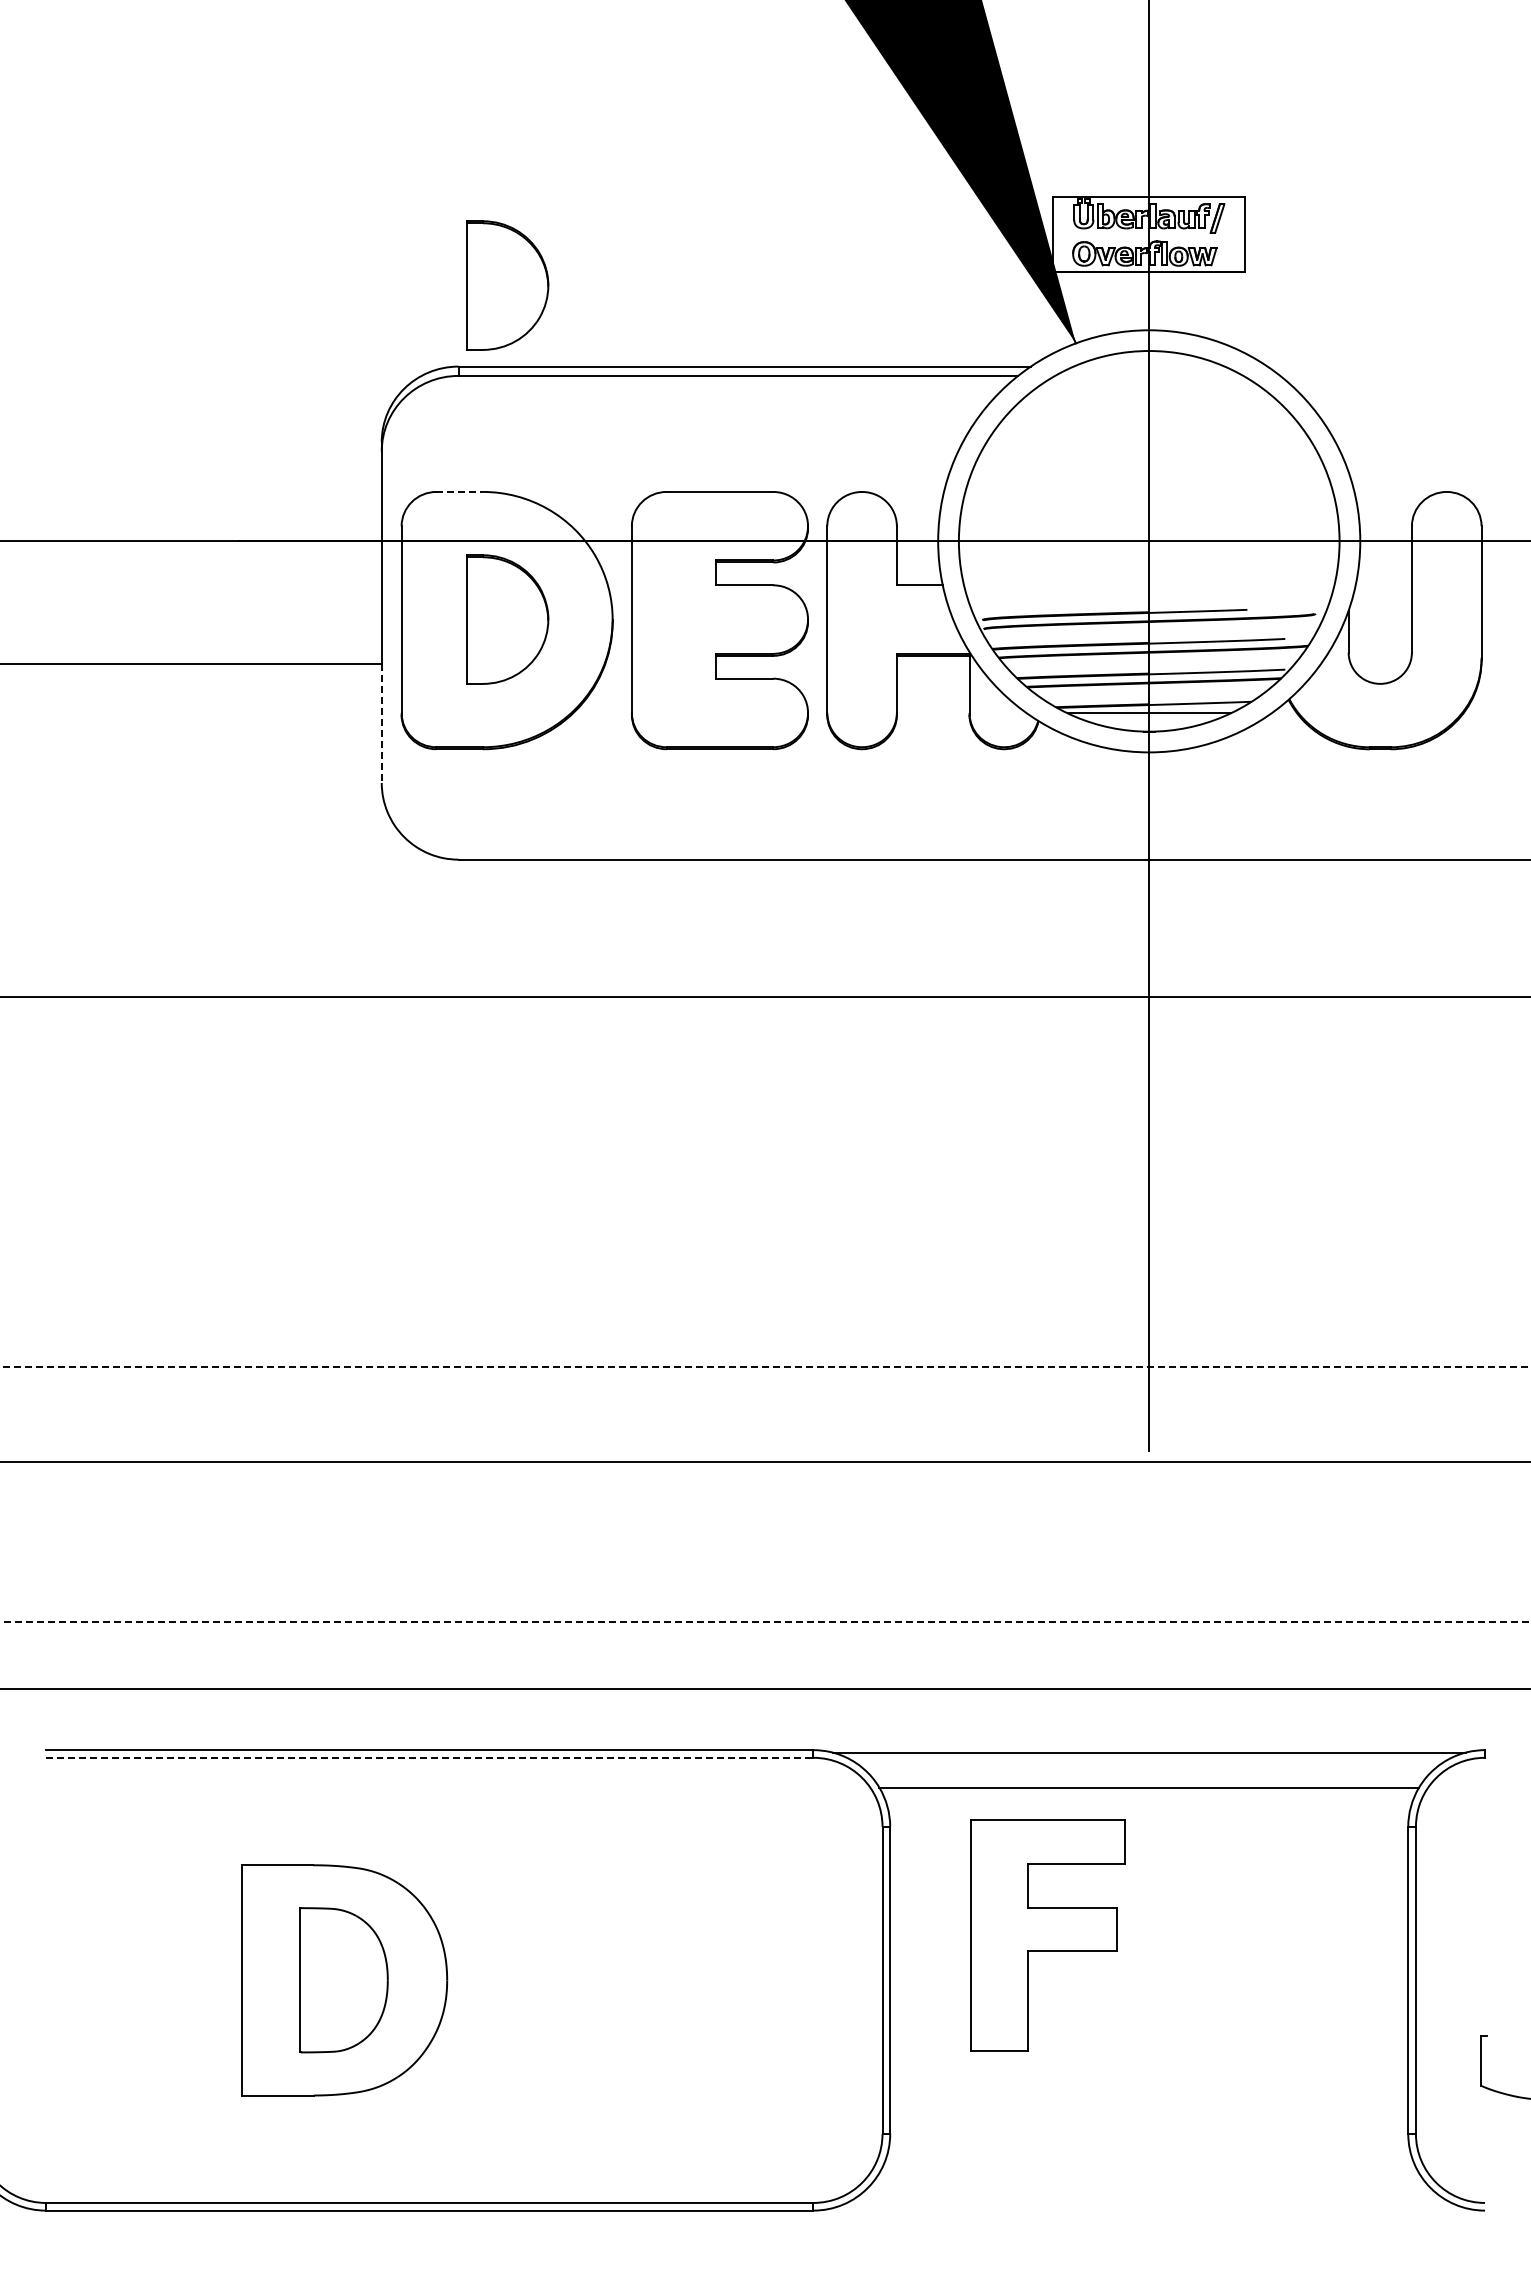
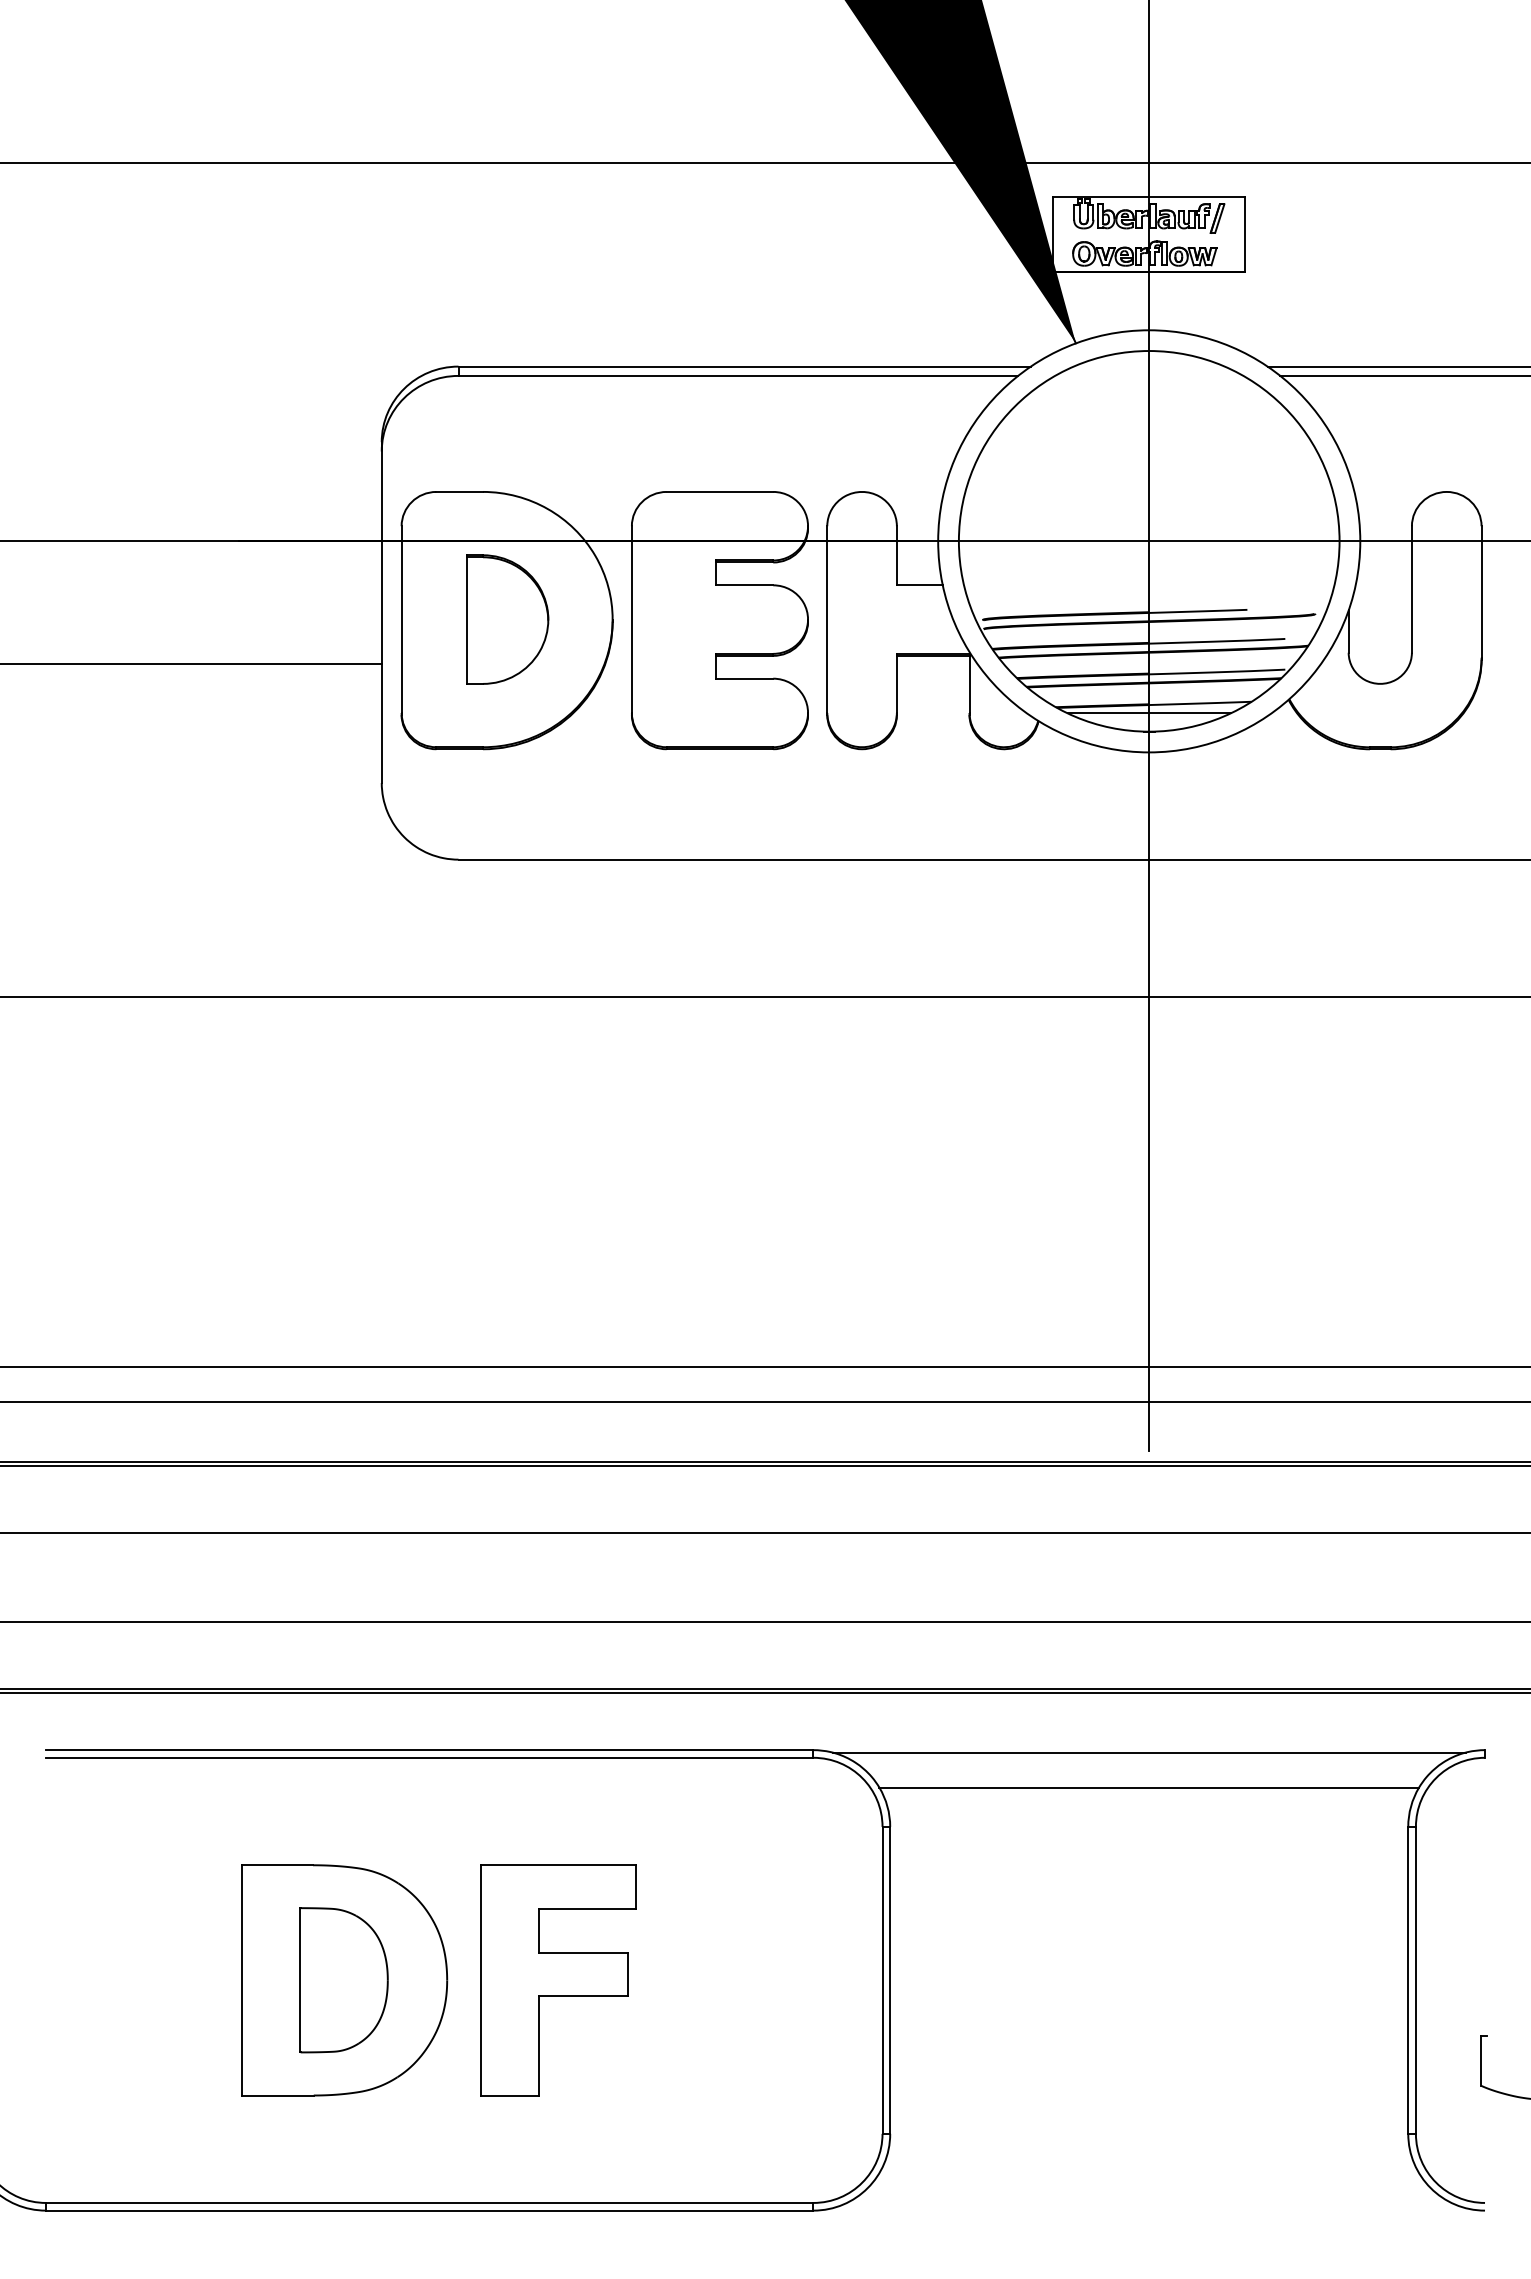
line at (764, 163): none -> present
part at (507, 285): present -> none
line at (1397, 366): none -> present
line at (1403, 375): none -> present
line at (460, 491): dashed -> solid
line at (381, 723): dashed -> solid
line at (765, 1367): dashed -> solid
line at (764, 1402): none -> present
line at (764, 1465): none -> present
line at (764, 1533): none -> present
line at (765, 1621): dashed -> solid
line at (764, 1693): none -> present
line at (429, 1757): dashed -> solid
part at (1047, 1935) position: (1047, 1935) -> (558, 1980)
